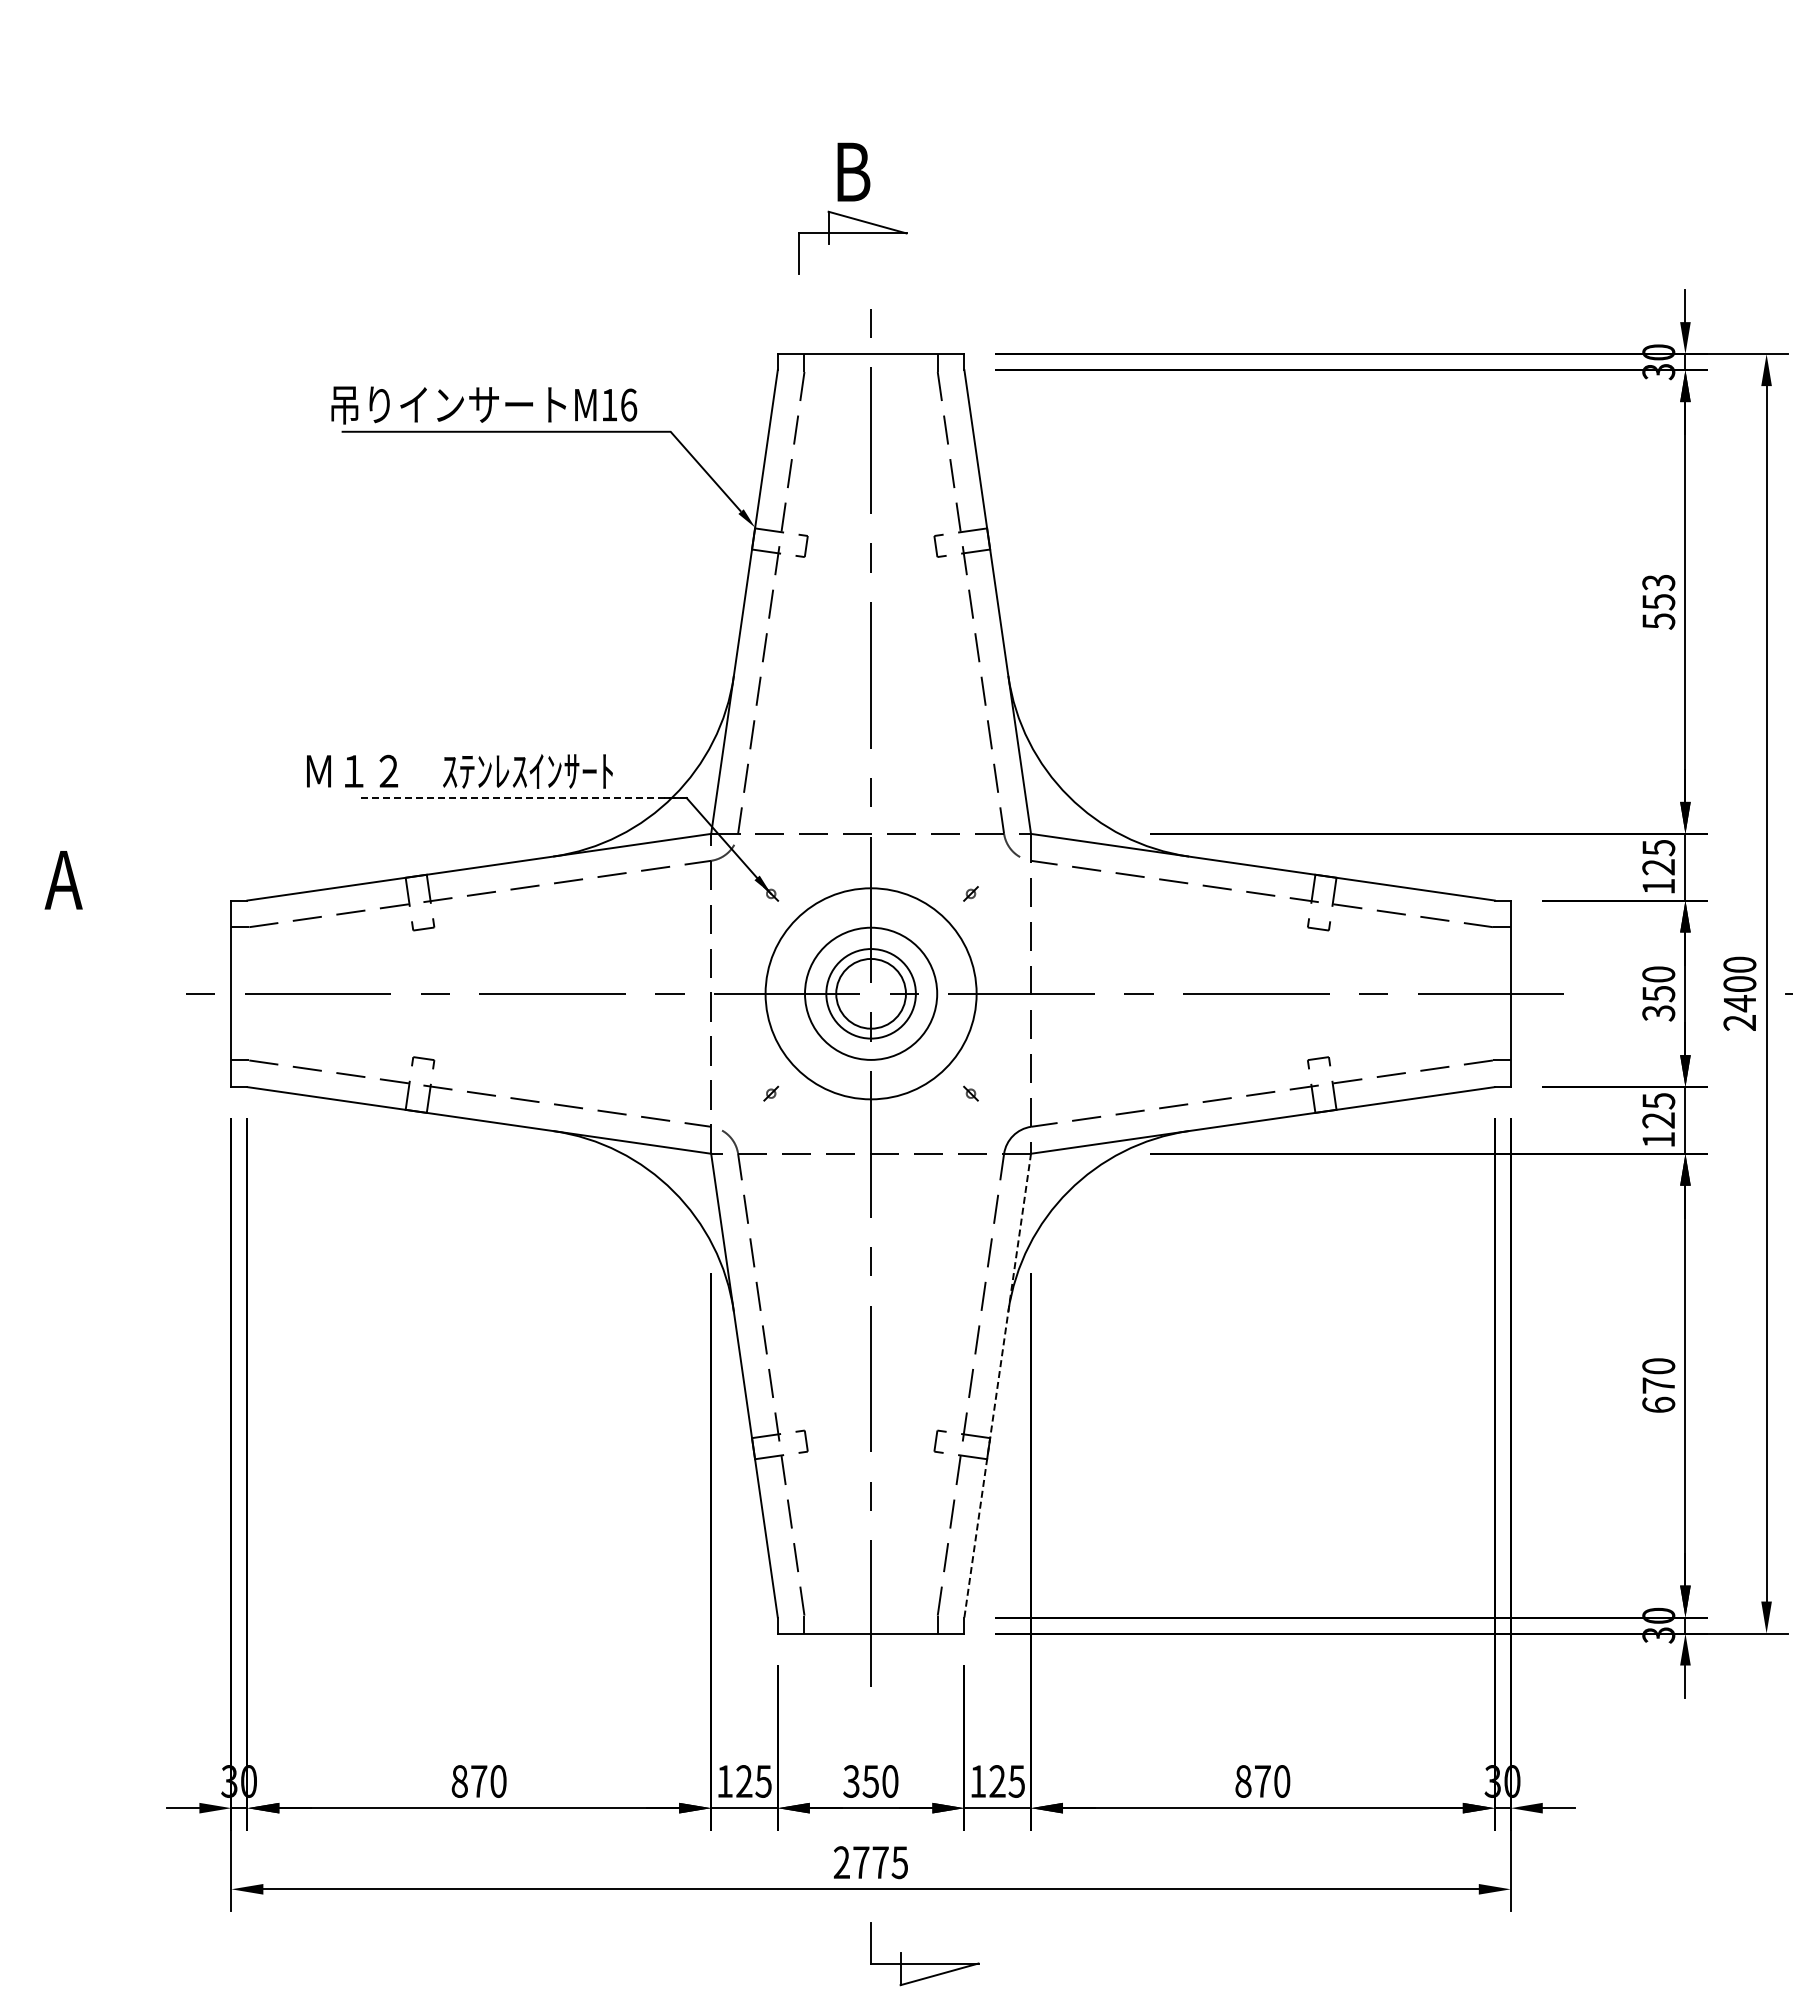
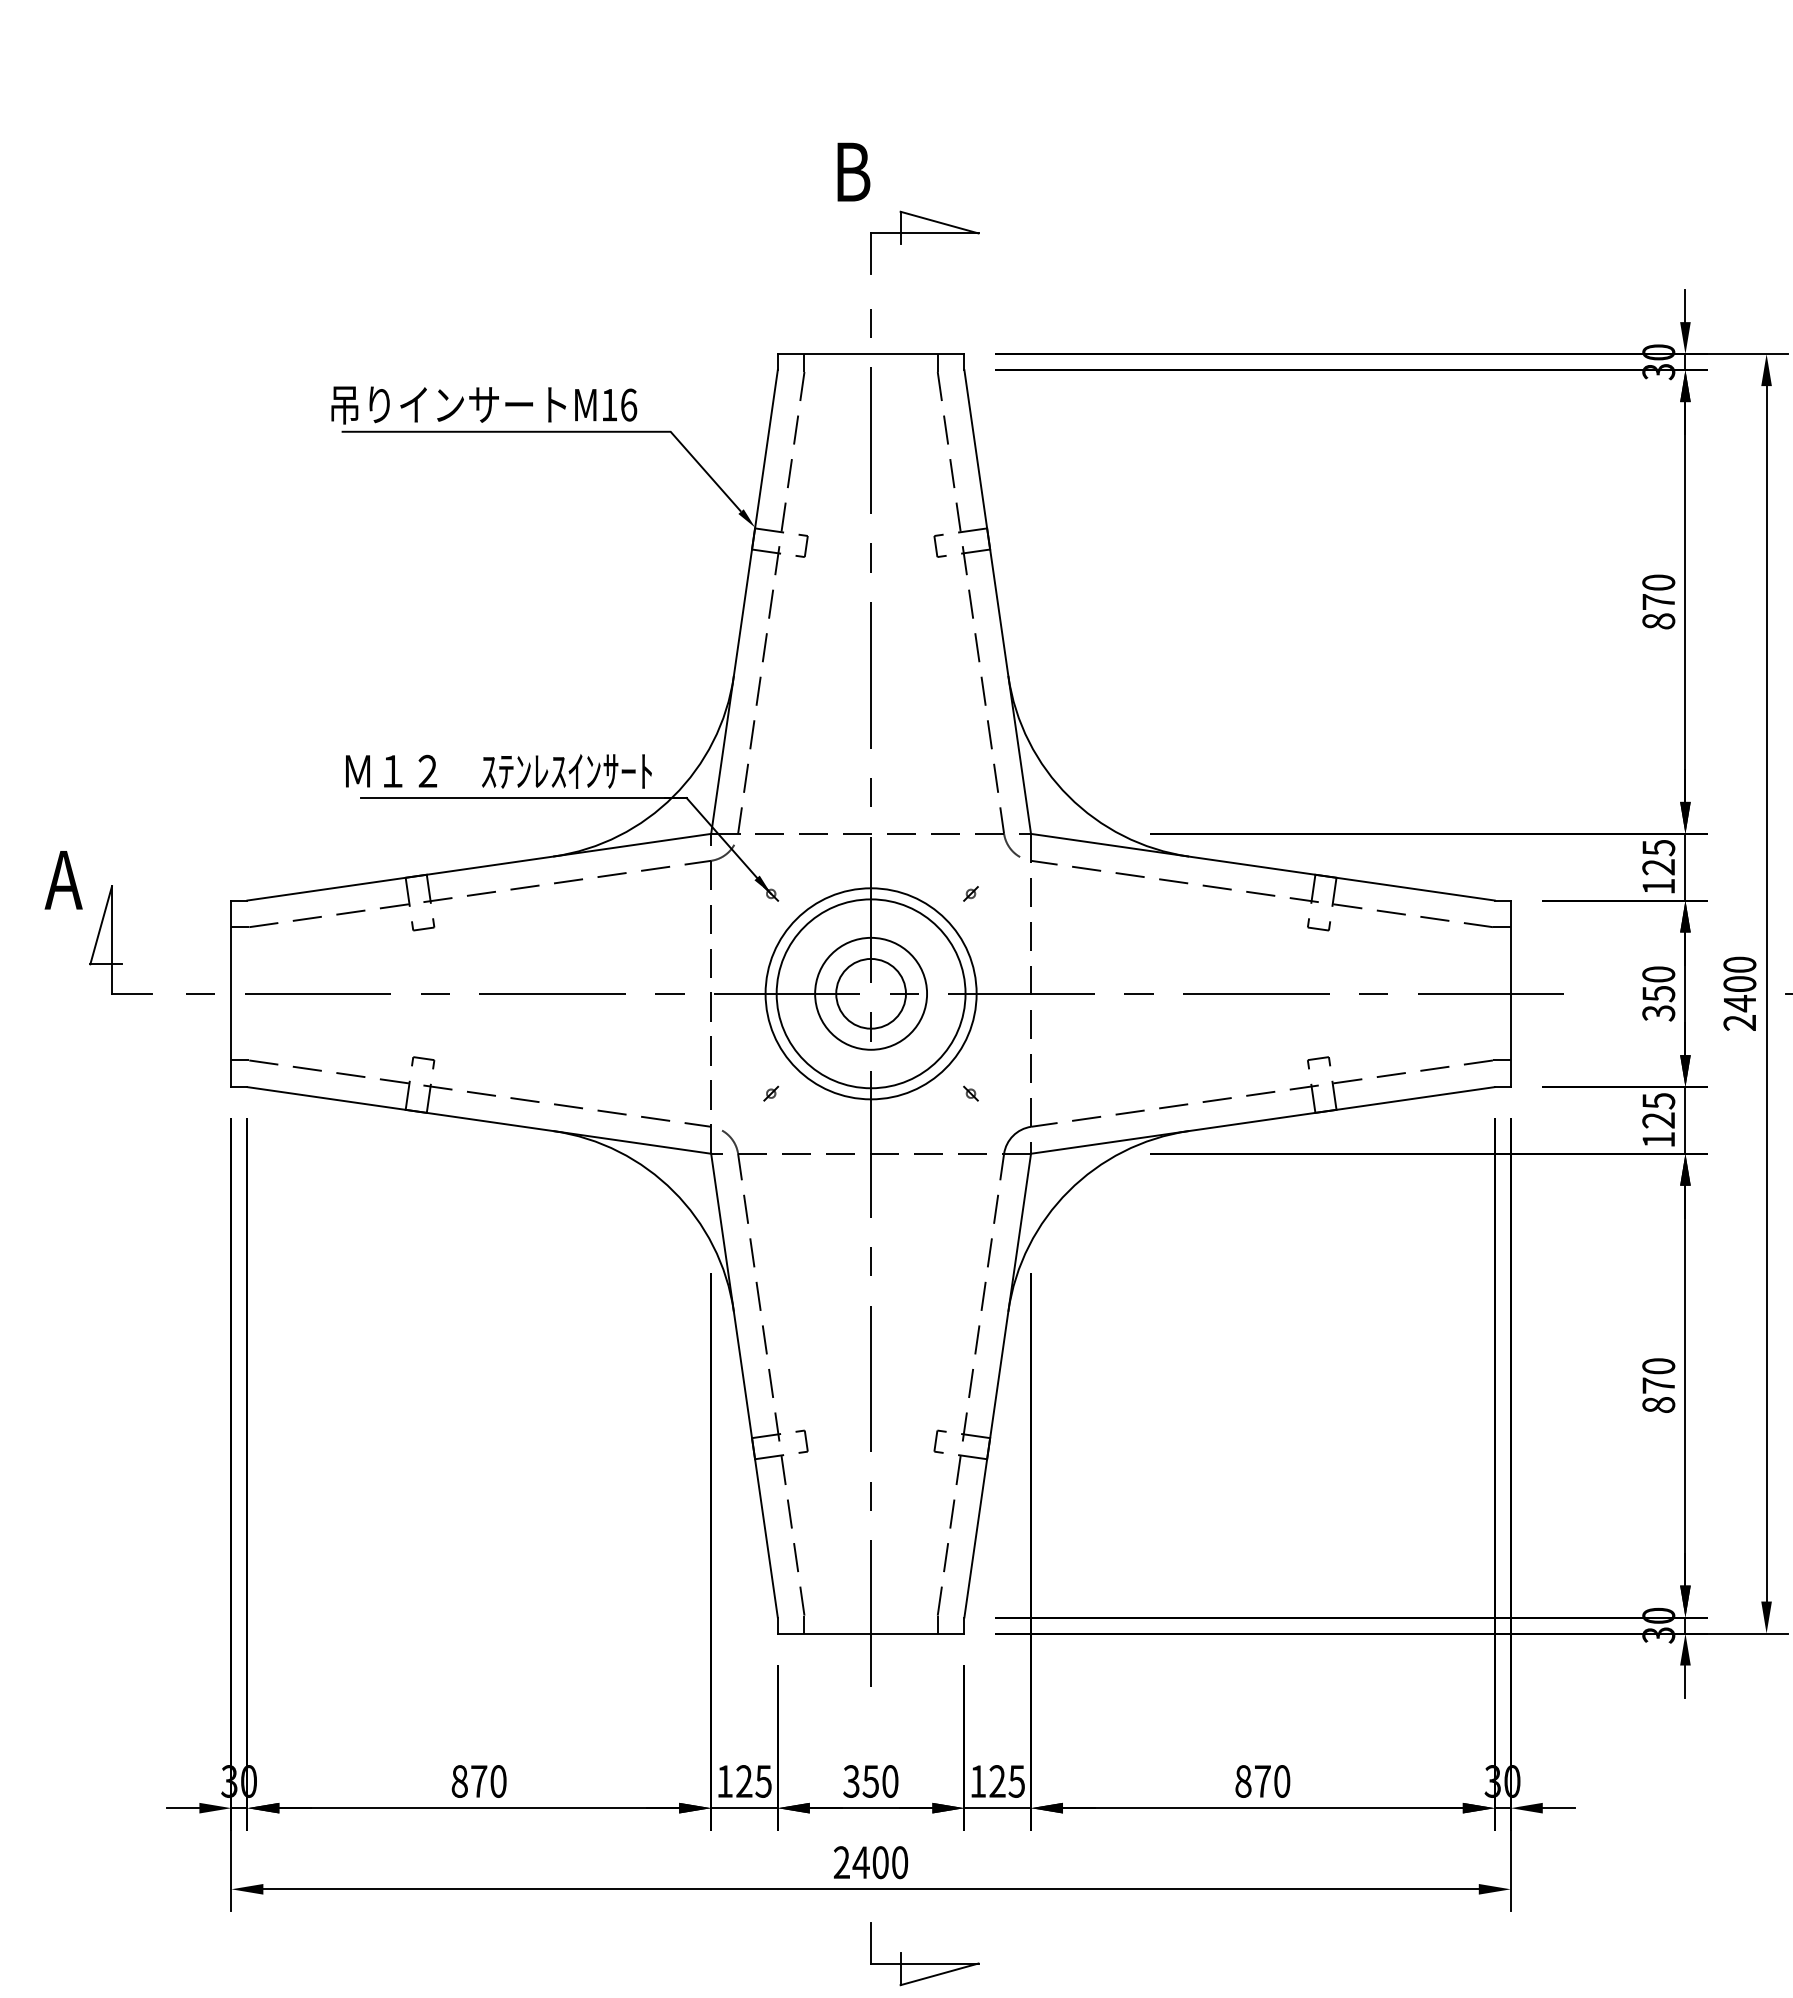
part at (852, 233) position: (852, 233) -> (924, 233)
text at (1658, 601): 553 -> 870
text at (459, 771) position: (459, 771) -> (498, 771)
line at (524, 798): dashed -> solid
part at (112, 939): none -> present
circle at (870, 993) diameter: 90 px -> 112 px
circle at (871, 993) diameter: 132 px -> 189 px
line at (997, 1385): dashed -> solid
text at (1658, 1404): 670 -> 870
text at (880, 1862): 2775 -> 2400
